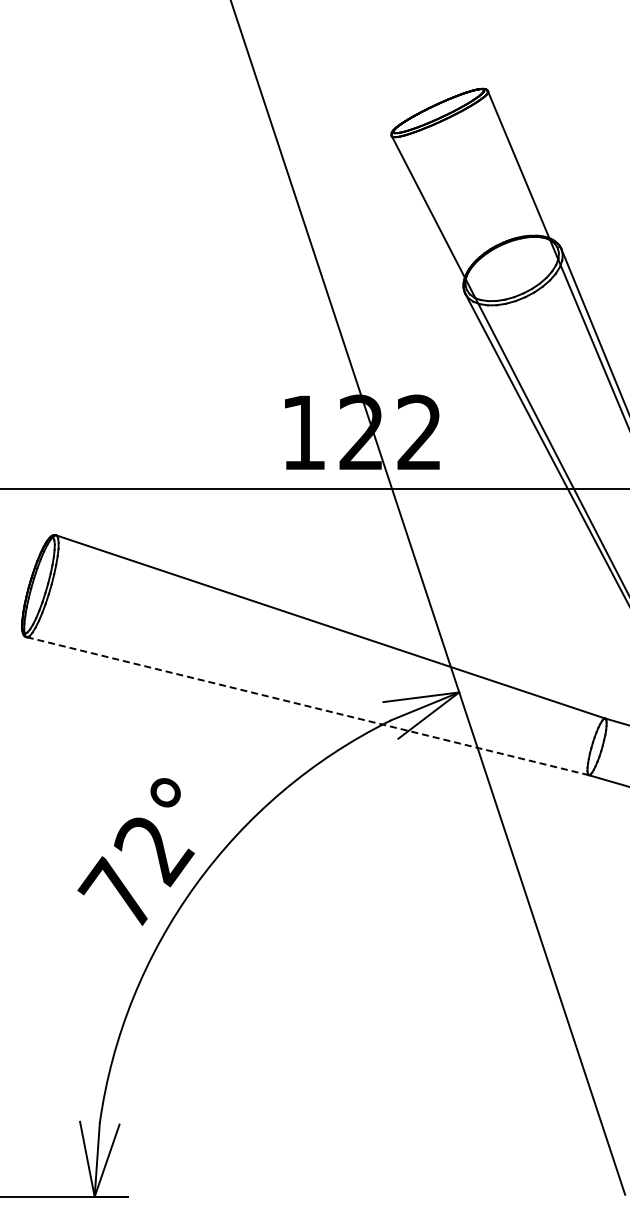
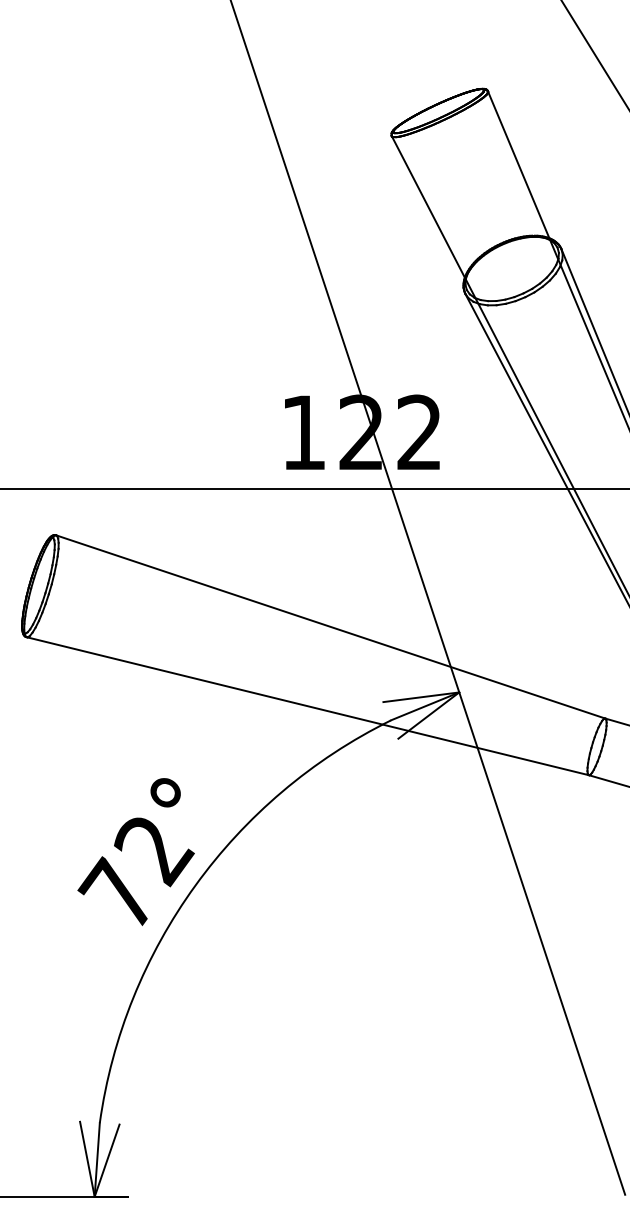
line at (594, 53): none -> present
line at (308, 706): dashed -> solid
